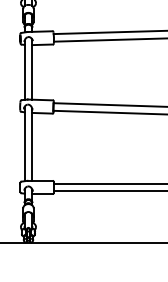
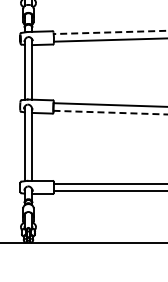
line at (110, 32): solid -> dashed
line at (110, 112): solid -> dashed
